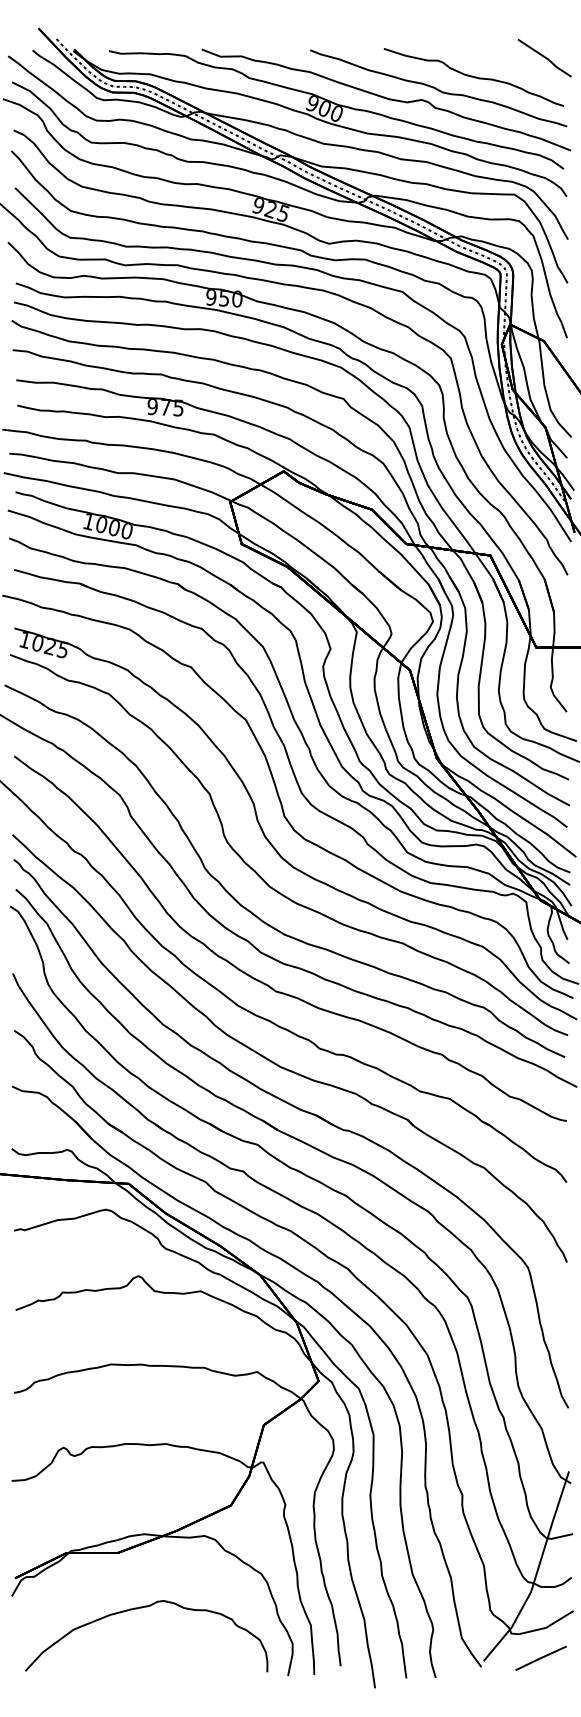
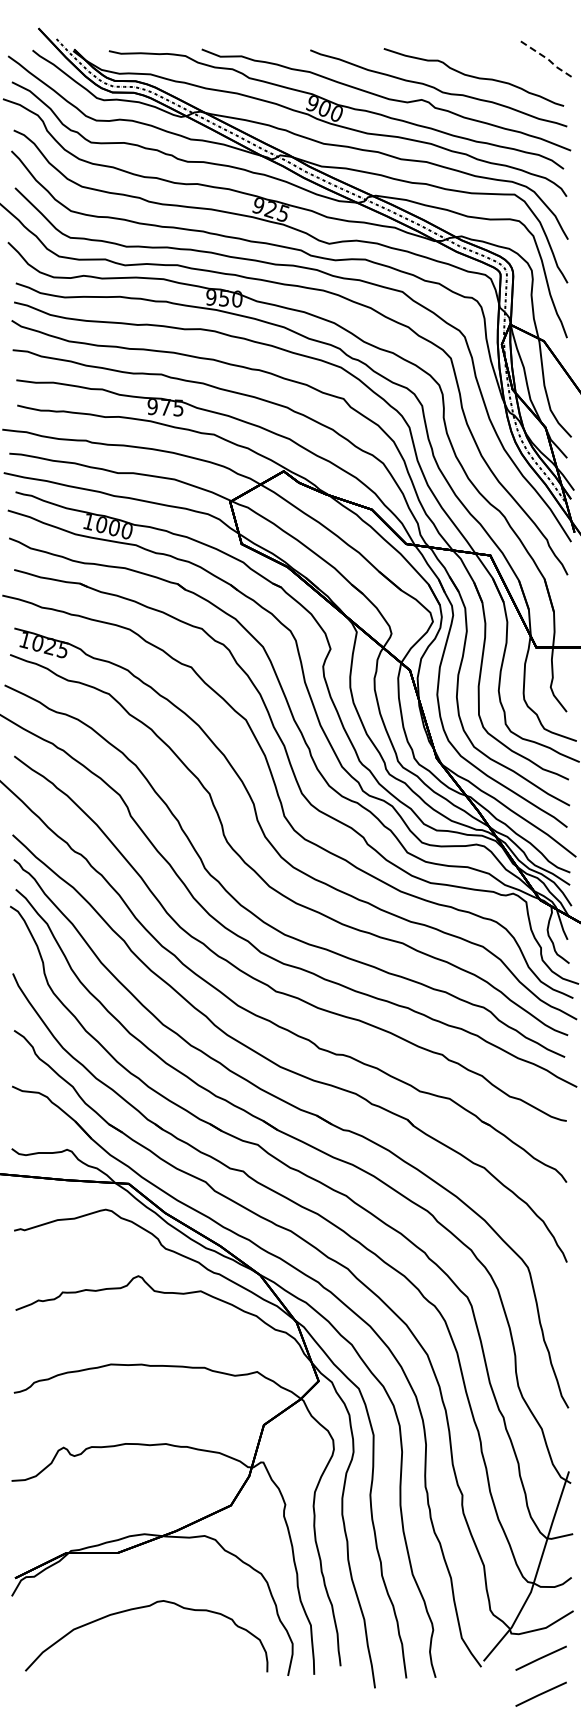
line at (545, 57): solid -> dashed
line at (540, 1693): none -> present
